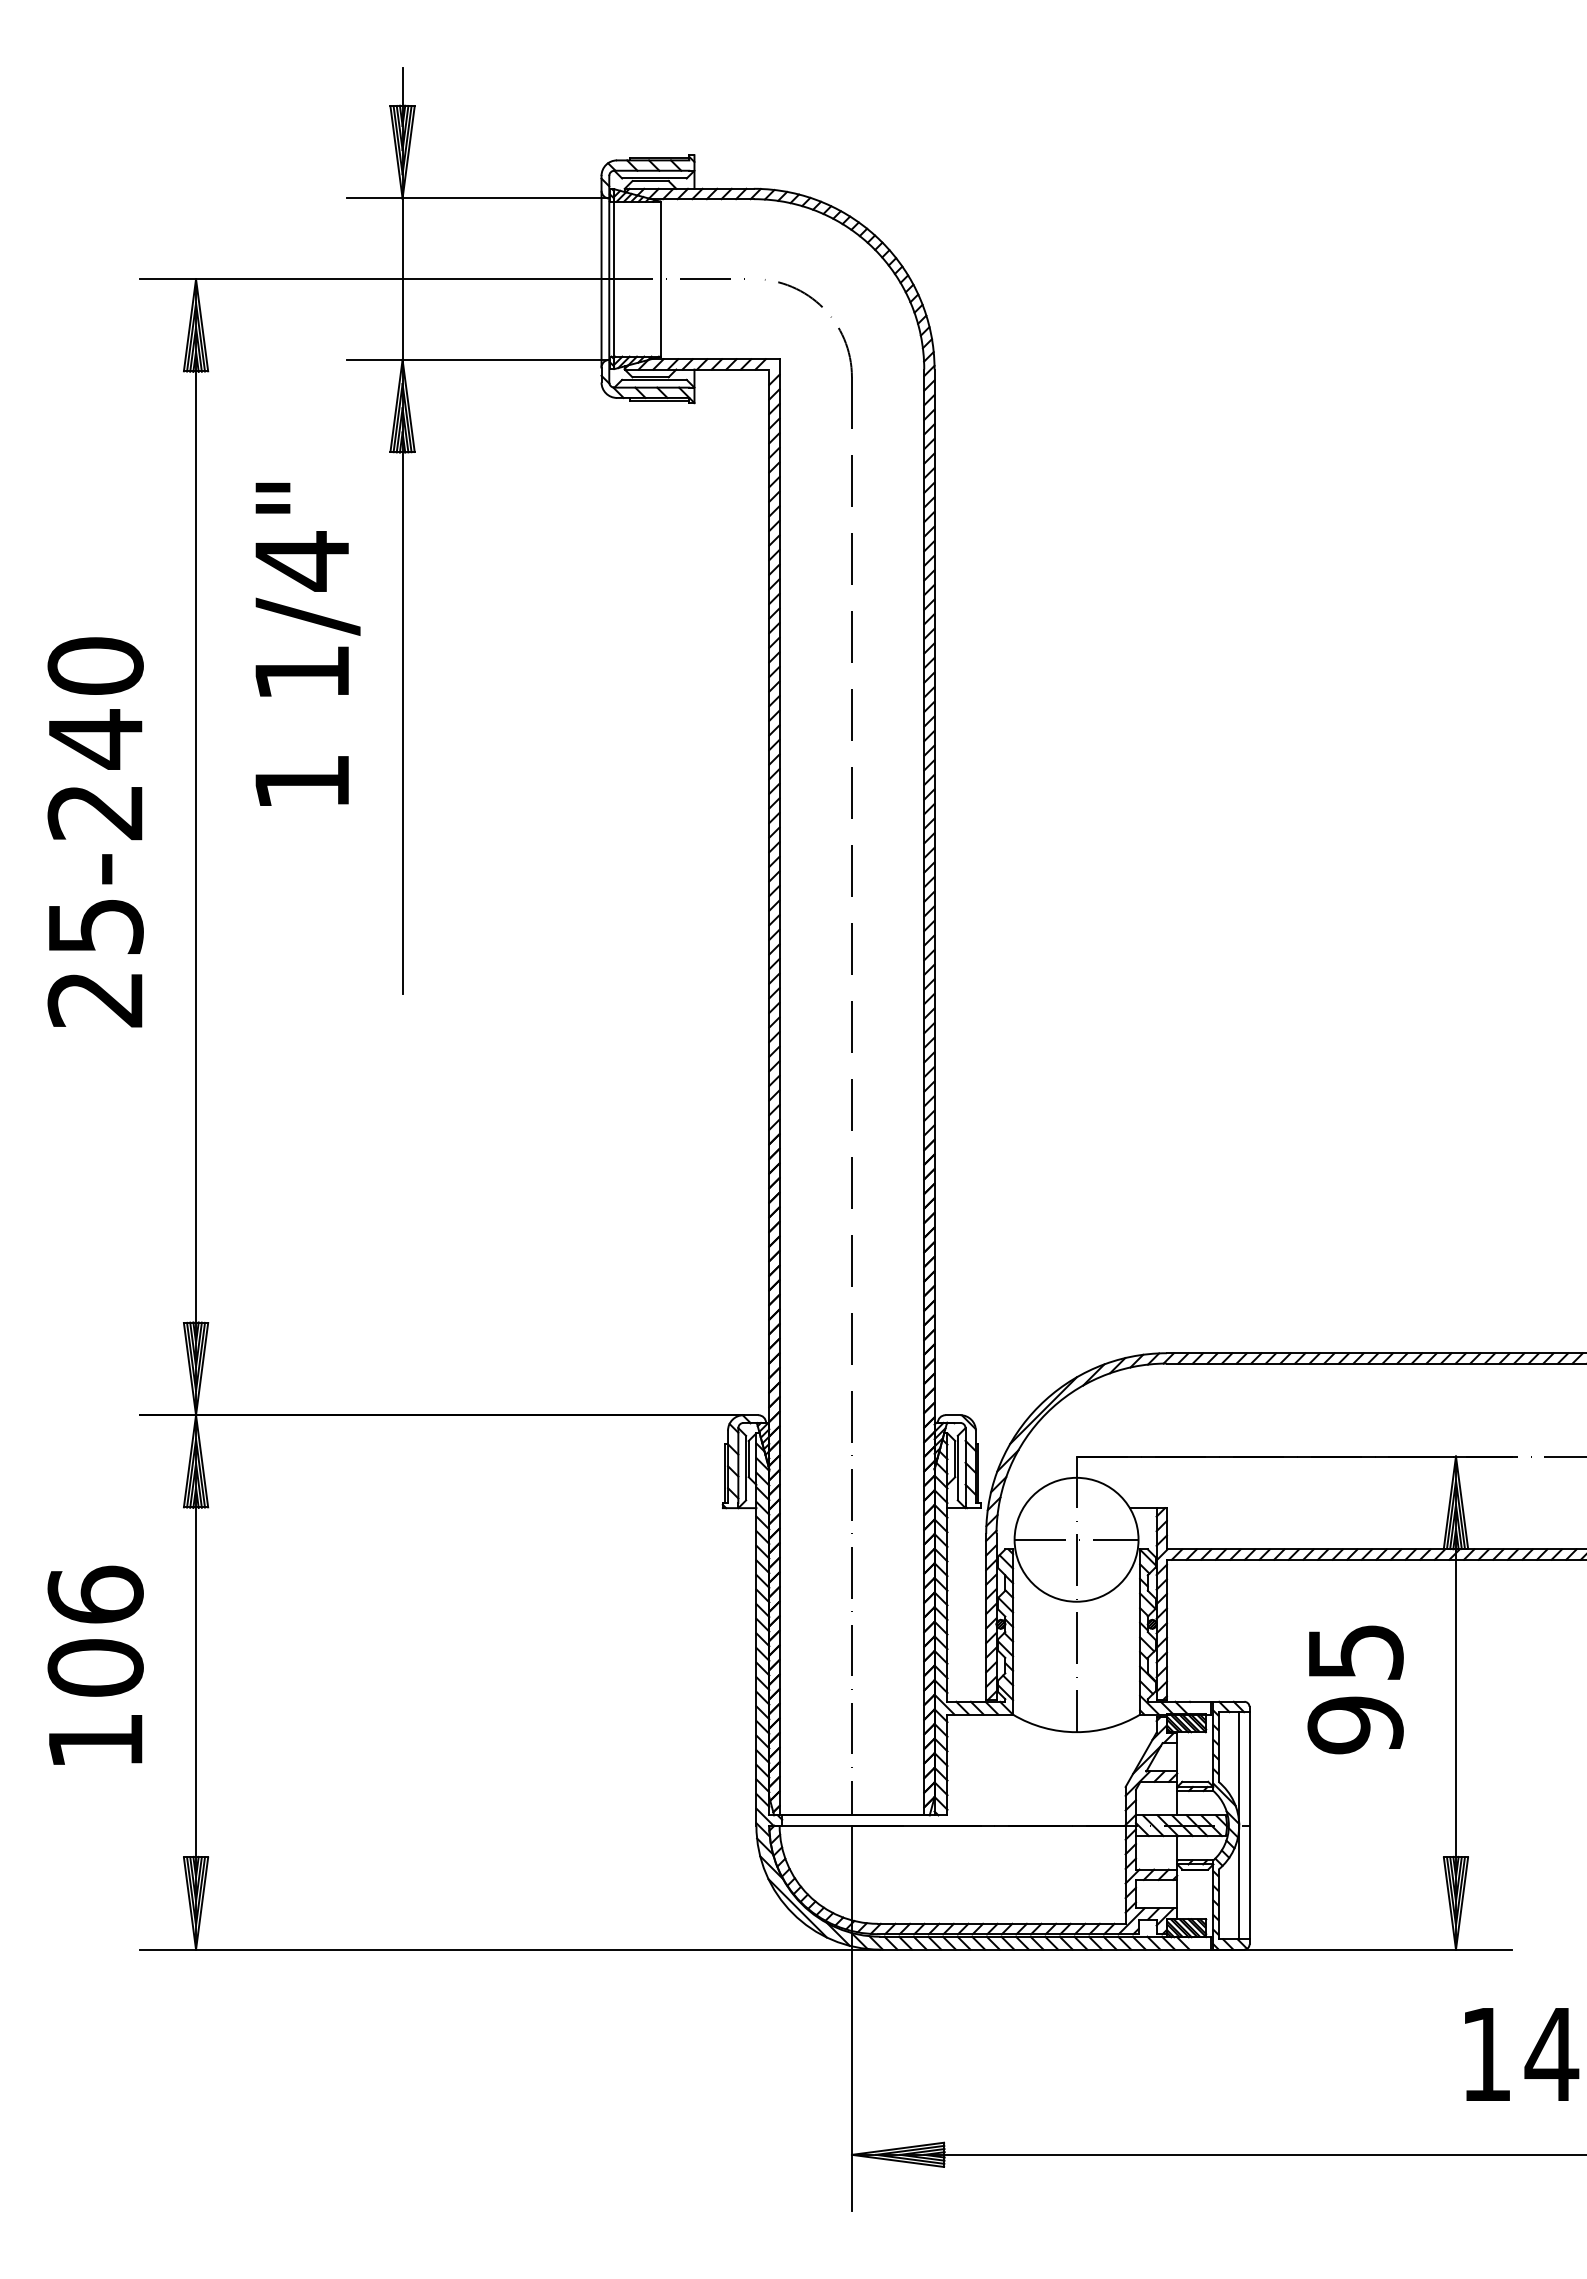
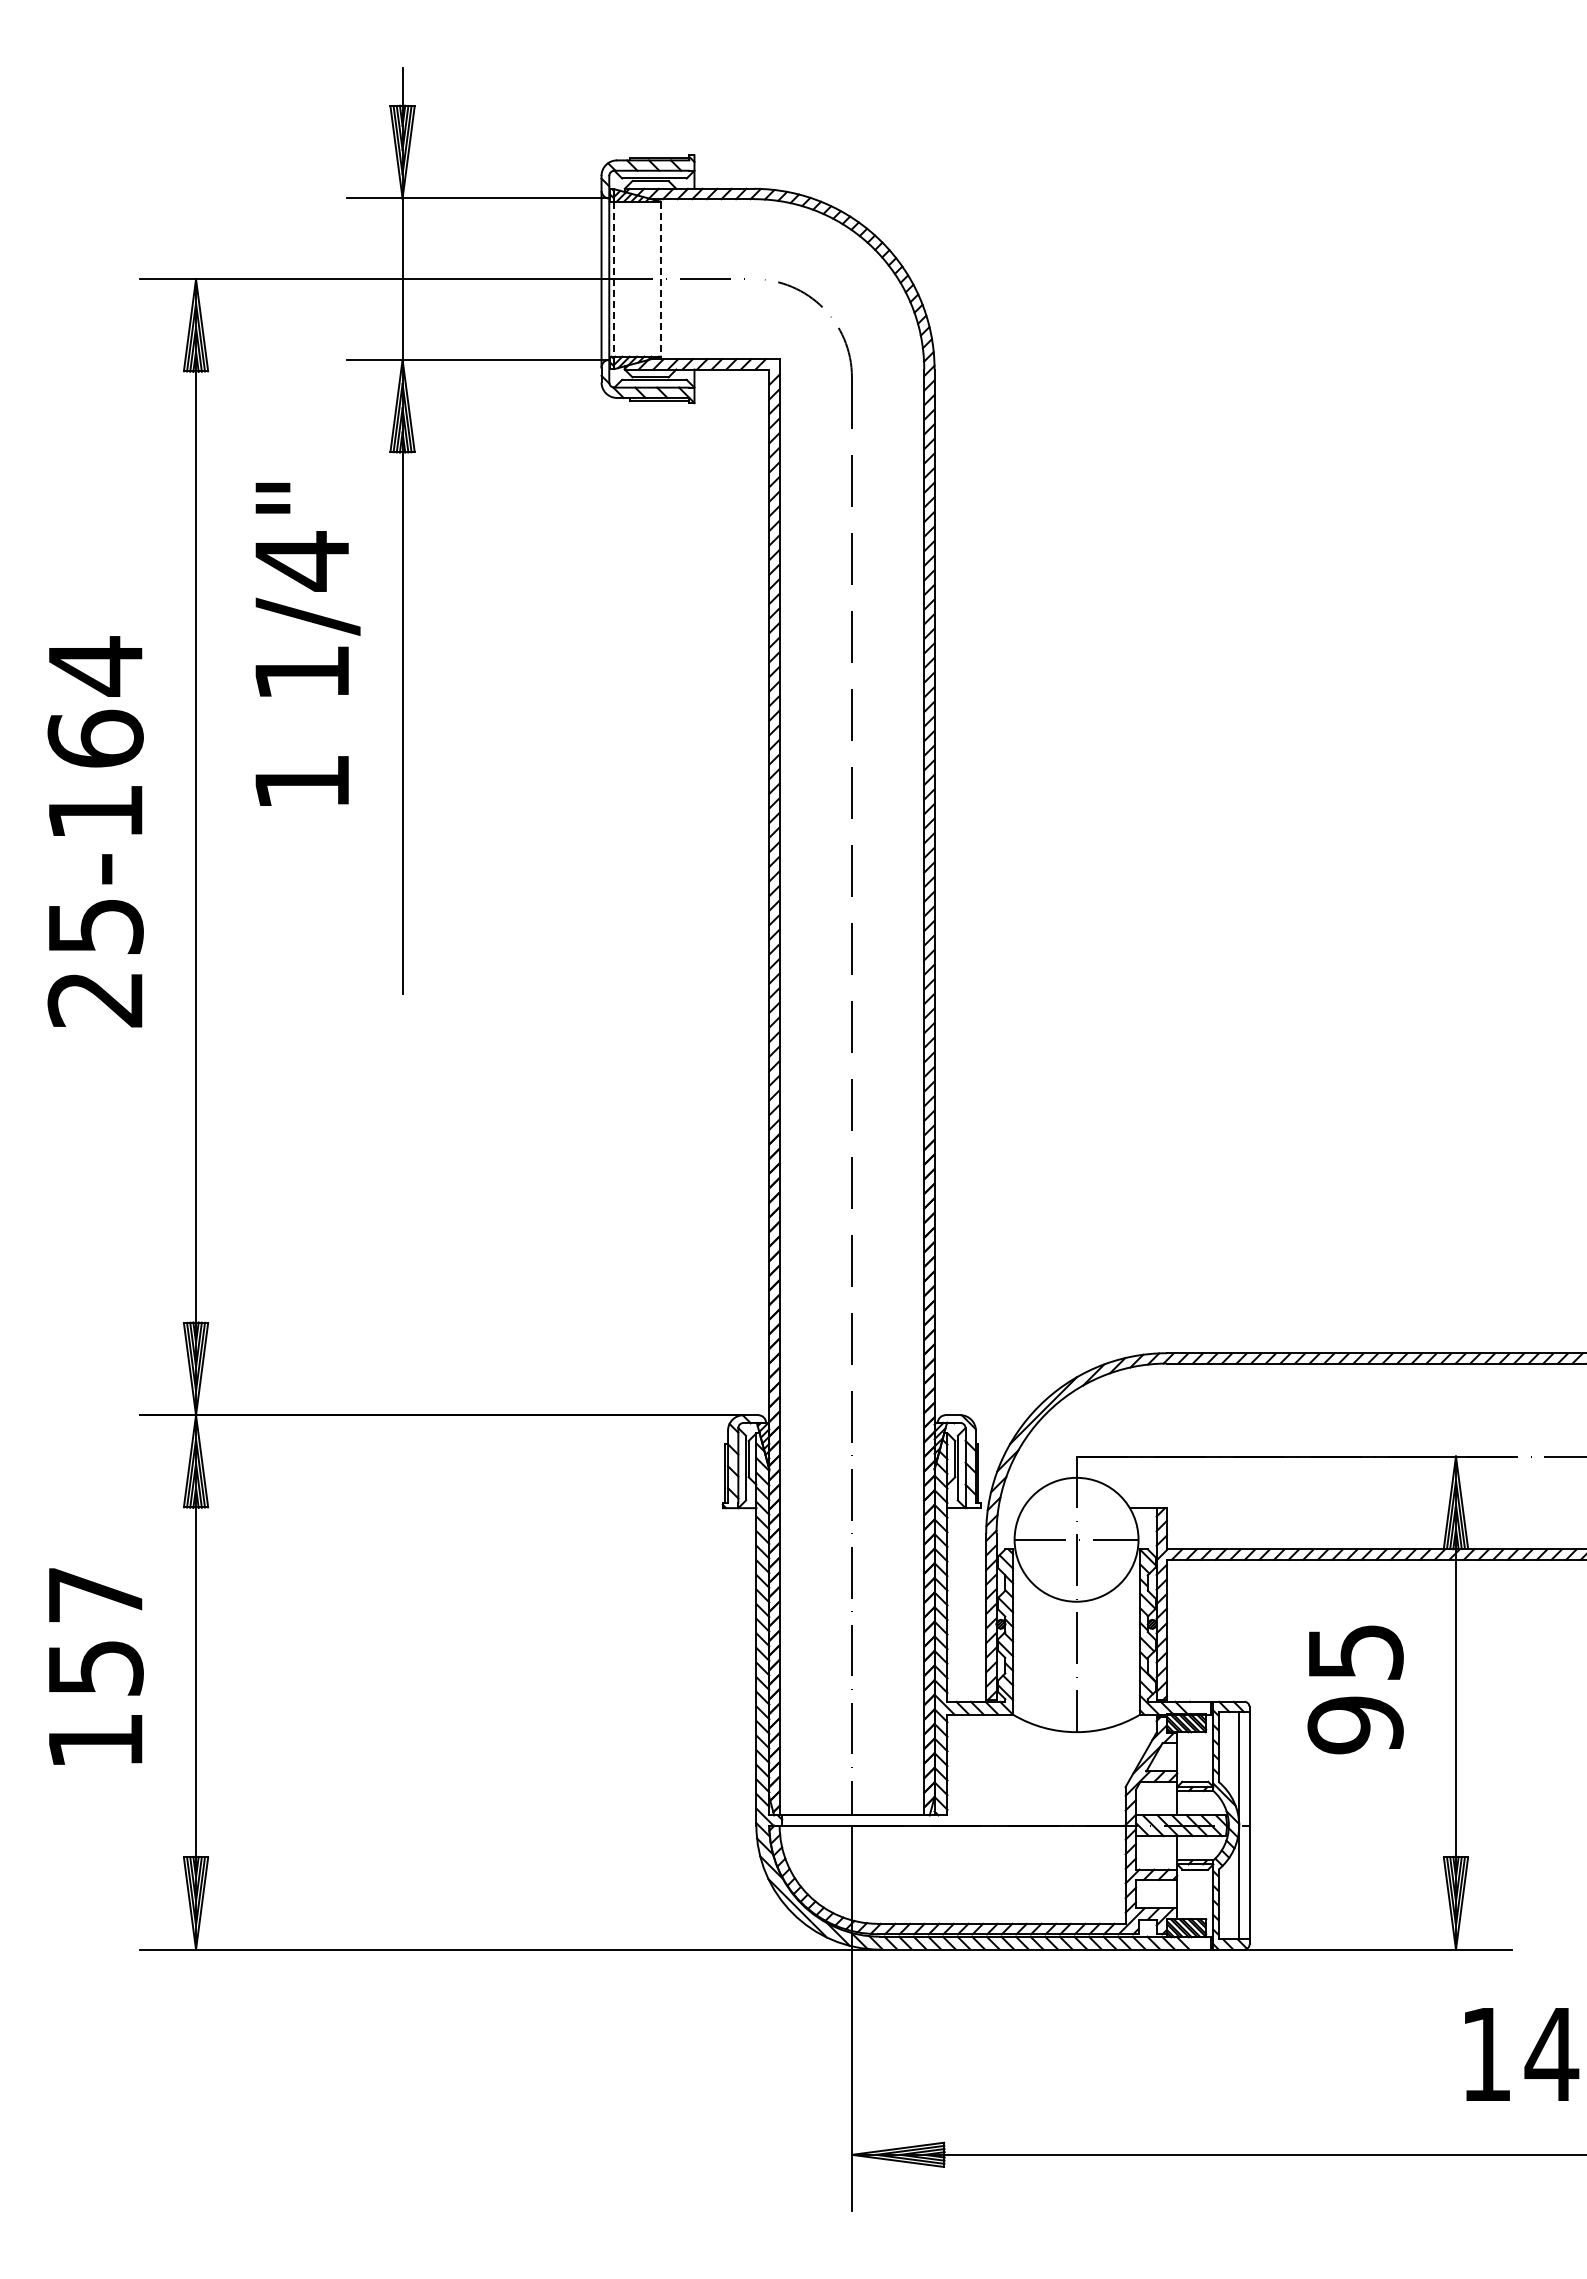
line at (614, 279): solid -> dashed
line at (660, 279): solid -> dashed
text at (95, 738): 25-240 -> 25-164
text at (95, 1630): 106 -> 157
